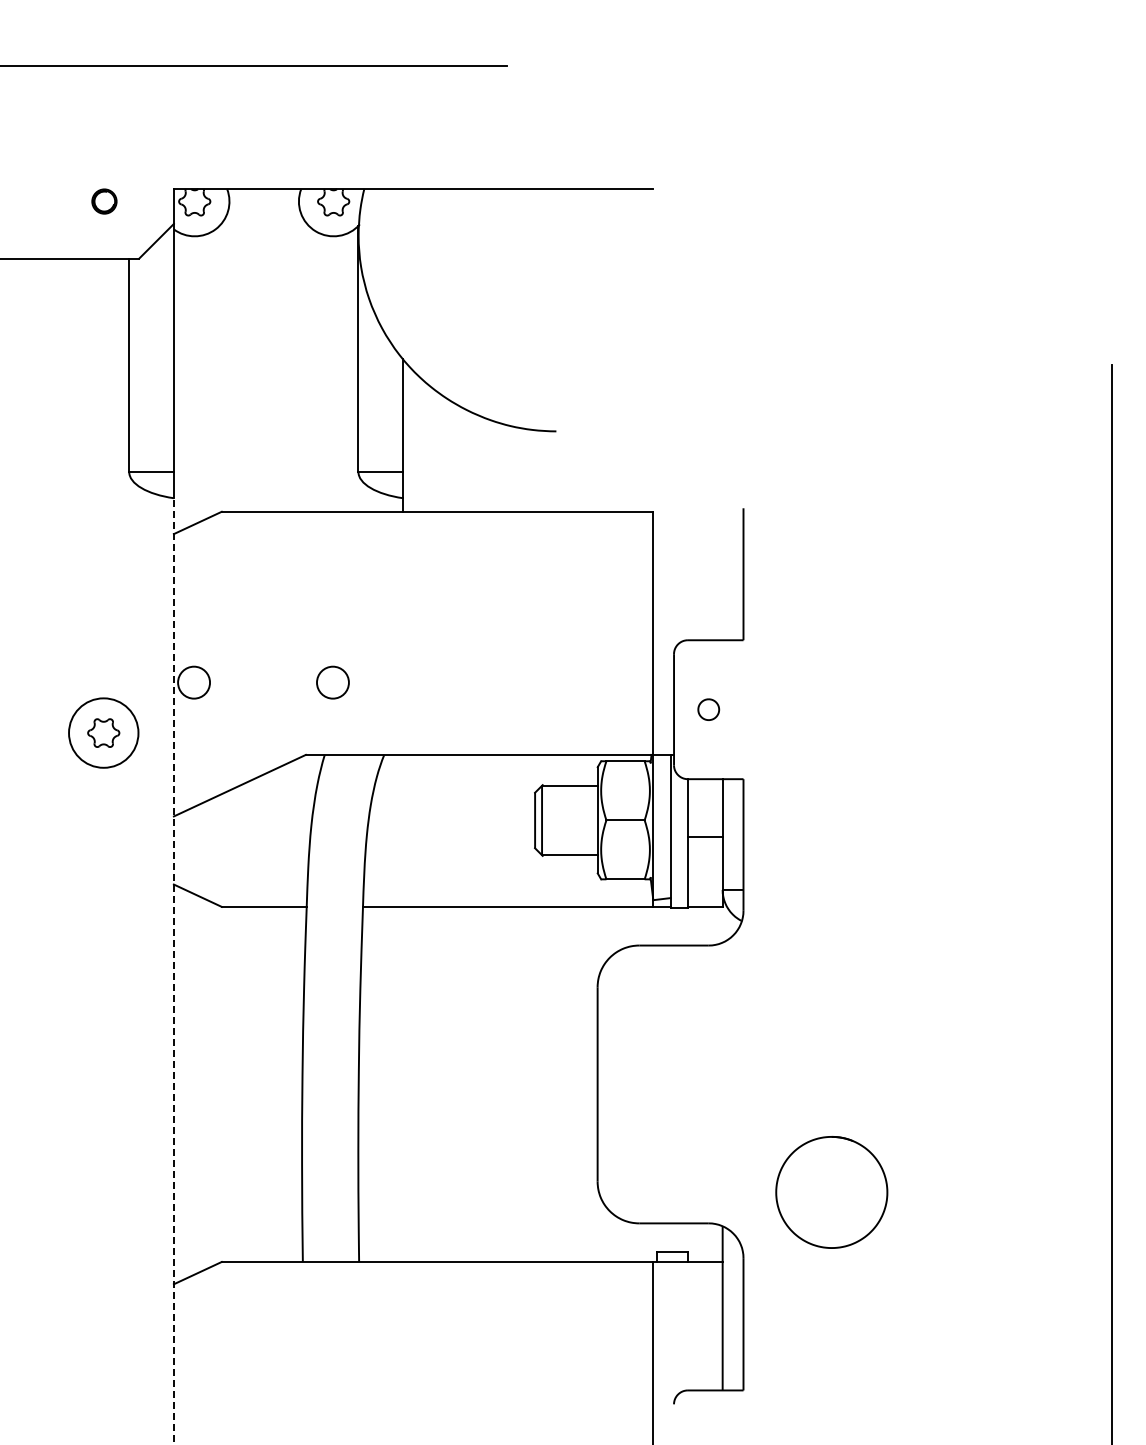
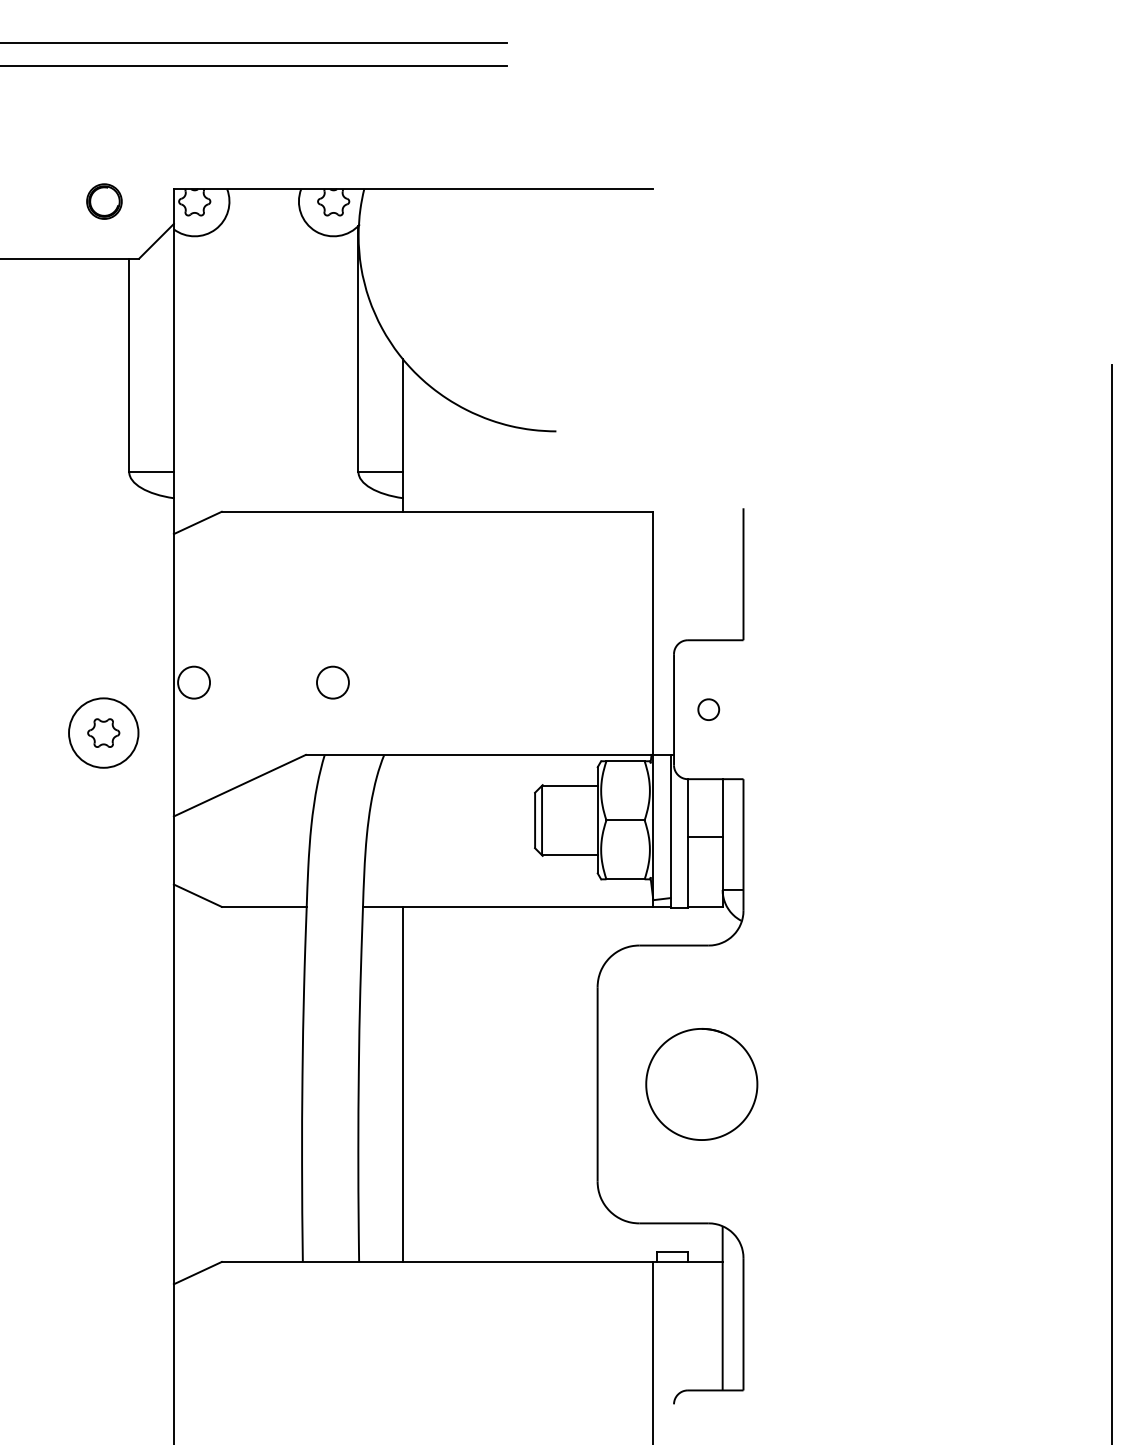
line at (254, 43): none -> present
part at (104, 201) size: 27x27 px -> 37x37 px
line at (173, 971): dashed -> solid
line at (403, 1083): none -> present
part at (831, 1192) position: (831, 1192) -> (701, 1084)
